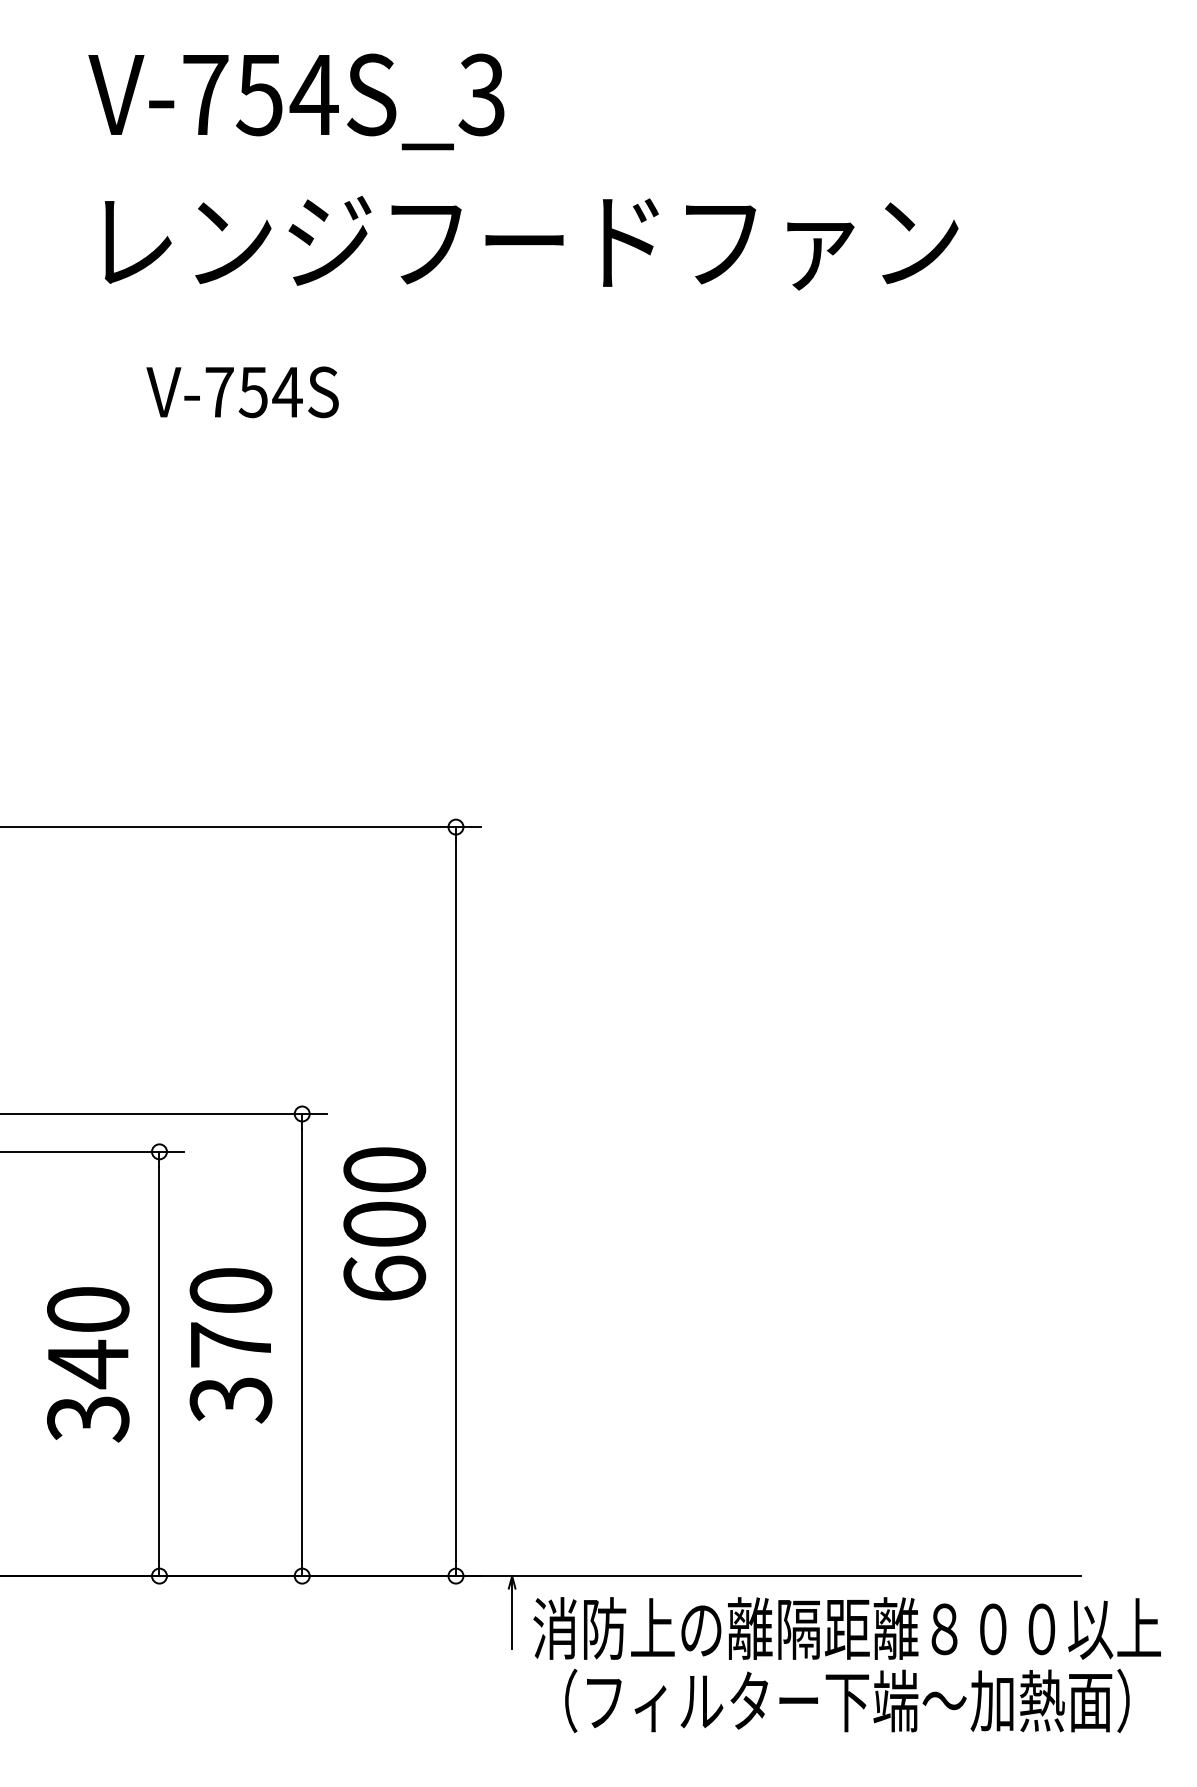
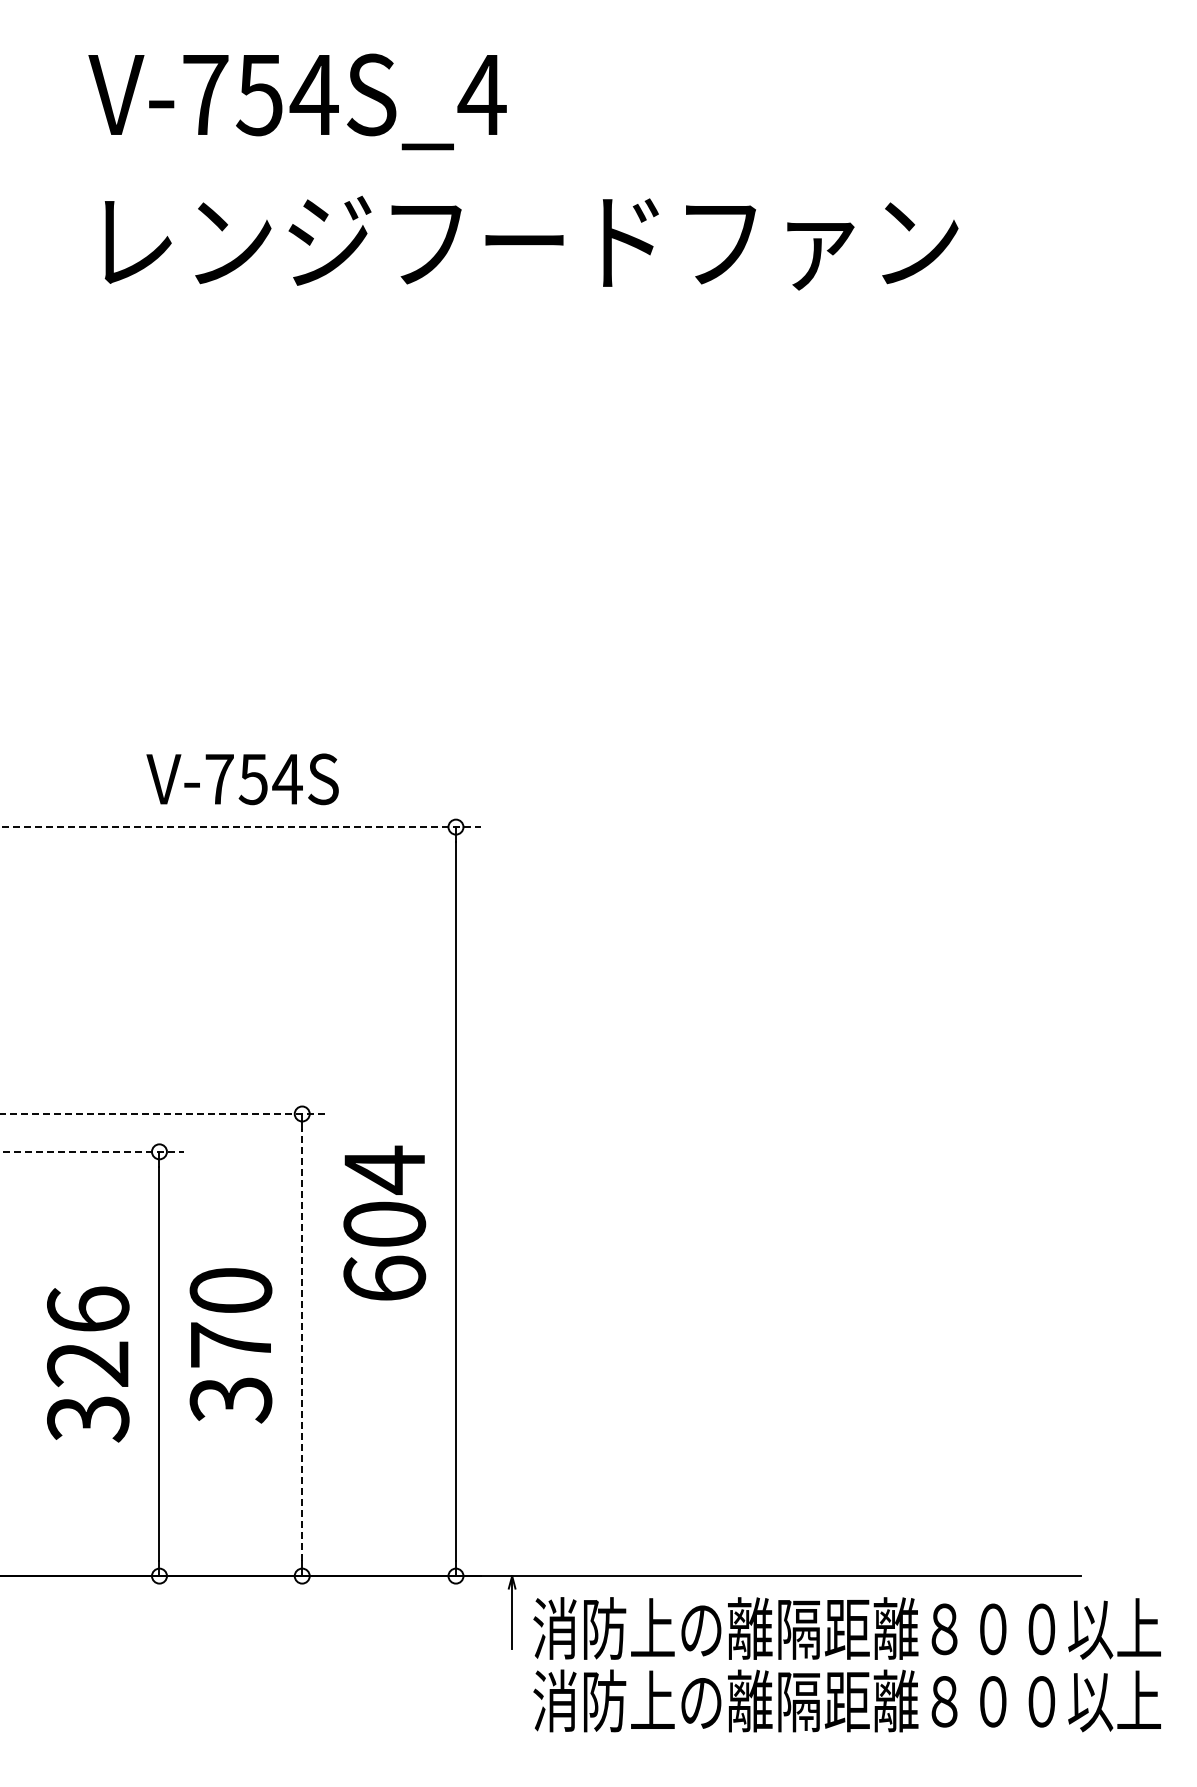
text at (481, 94): V-754S_3 -> V-754S_4
text at (242, 392) position: (242, 392) -> (242, 779)
line at (241, 827): solid -> dashed
line at (164, 1114): solid -> dashed
line at (92, 1151): solid -> dashed
text at (384, 1169): 600 -> 604
text at (88, 1337): 340 -> 326
line at (302, 1344): solid -> dashed
text at (846, 1700): （フィルター下端～加熱面） -> 消防上の離隔距離８００以上
